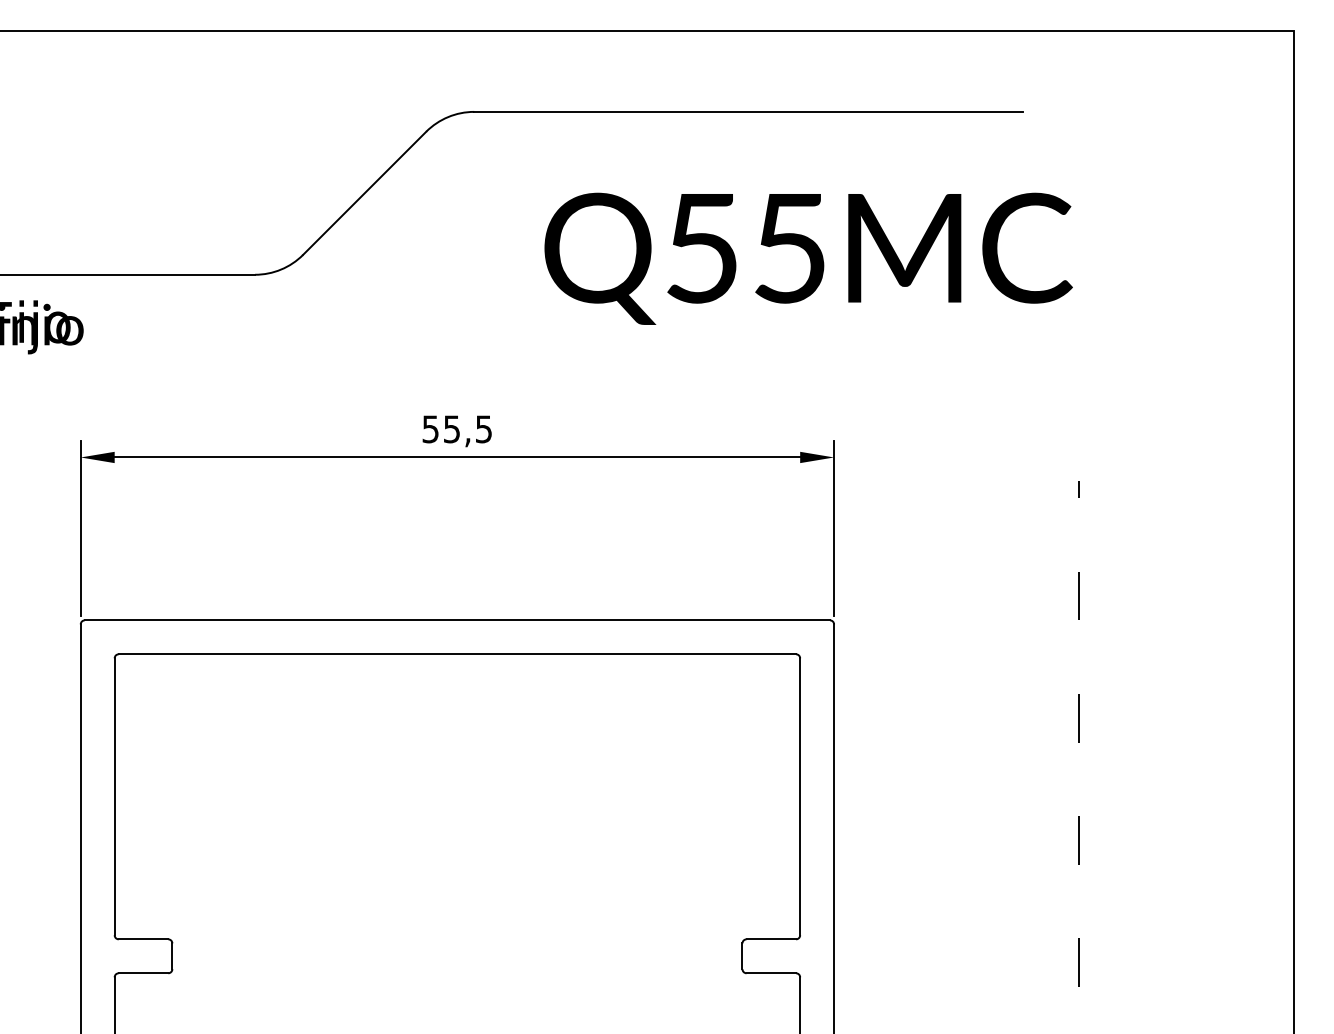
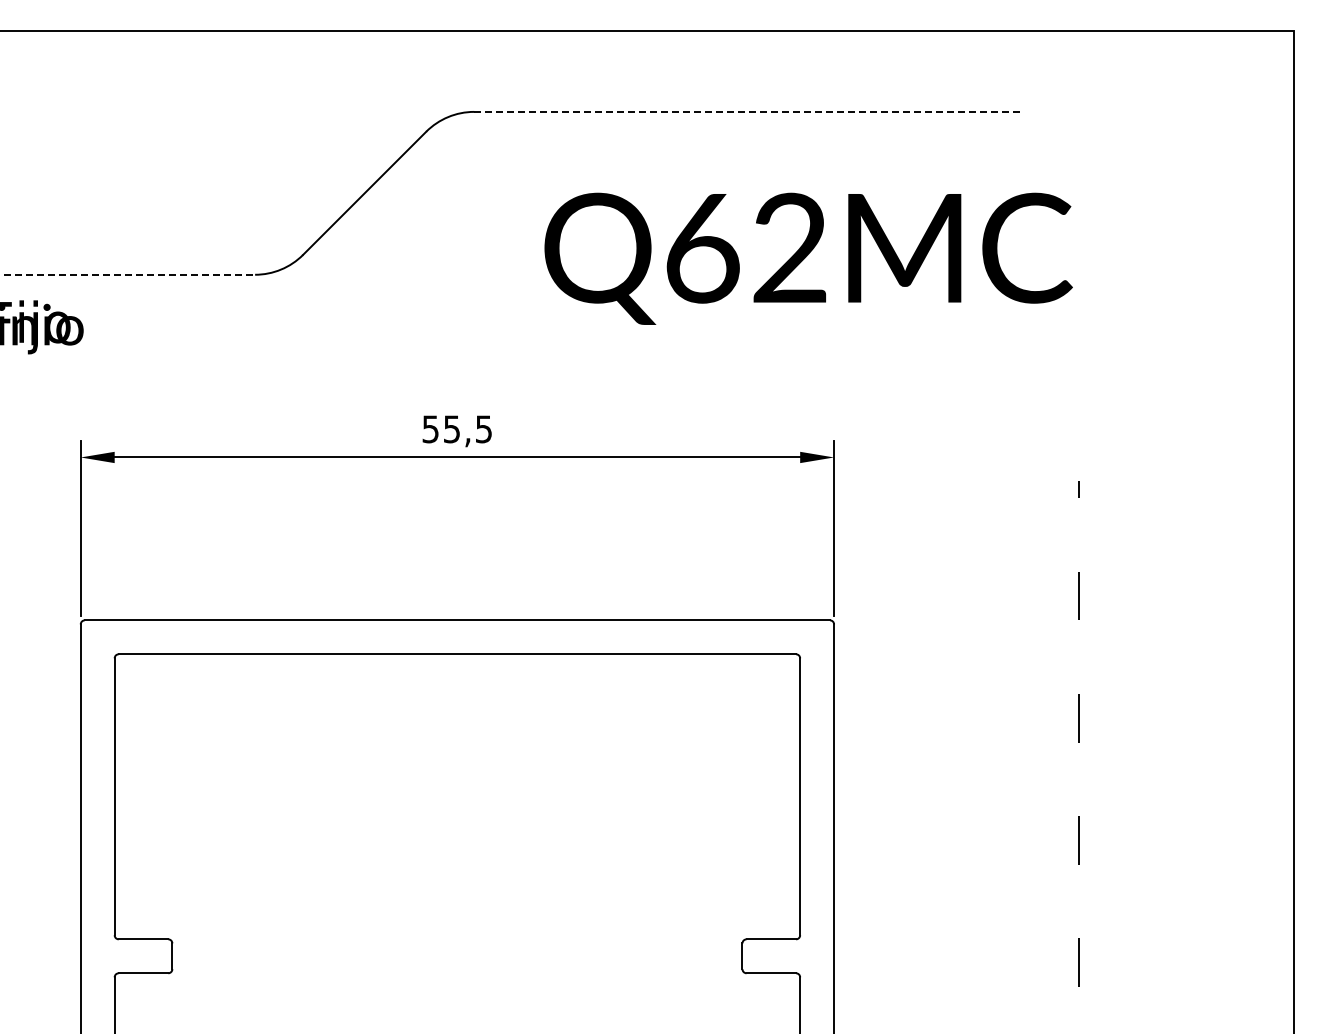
line at (748, 111): solid -> dashed
text at (746, 247): Q55MC -> Q62MC
line at (128, 274): solid -> dashed
